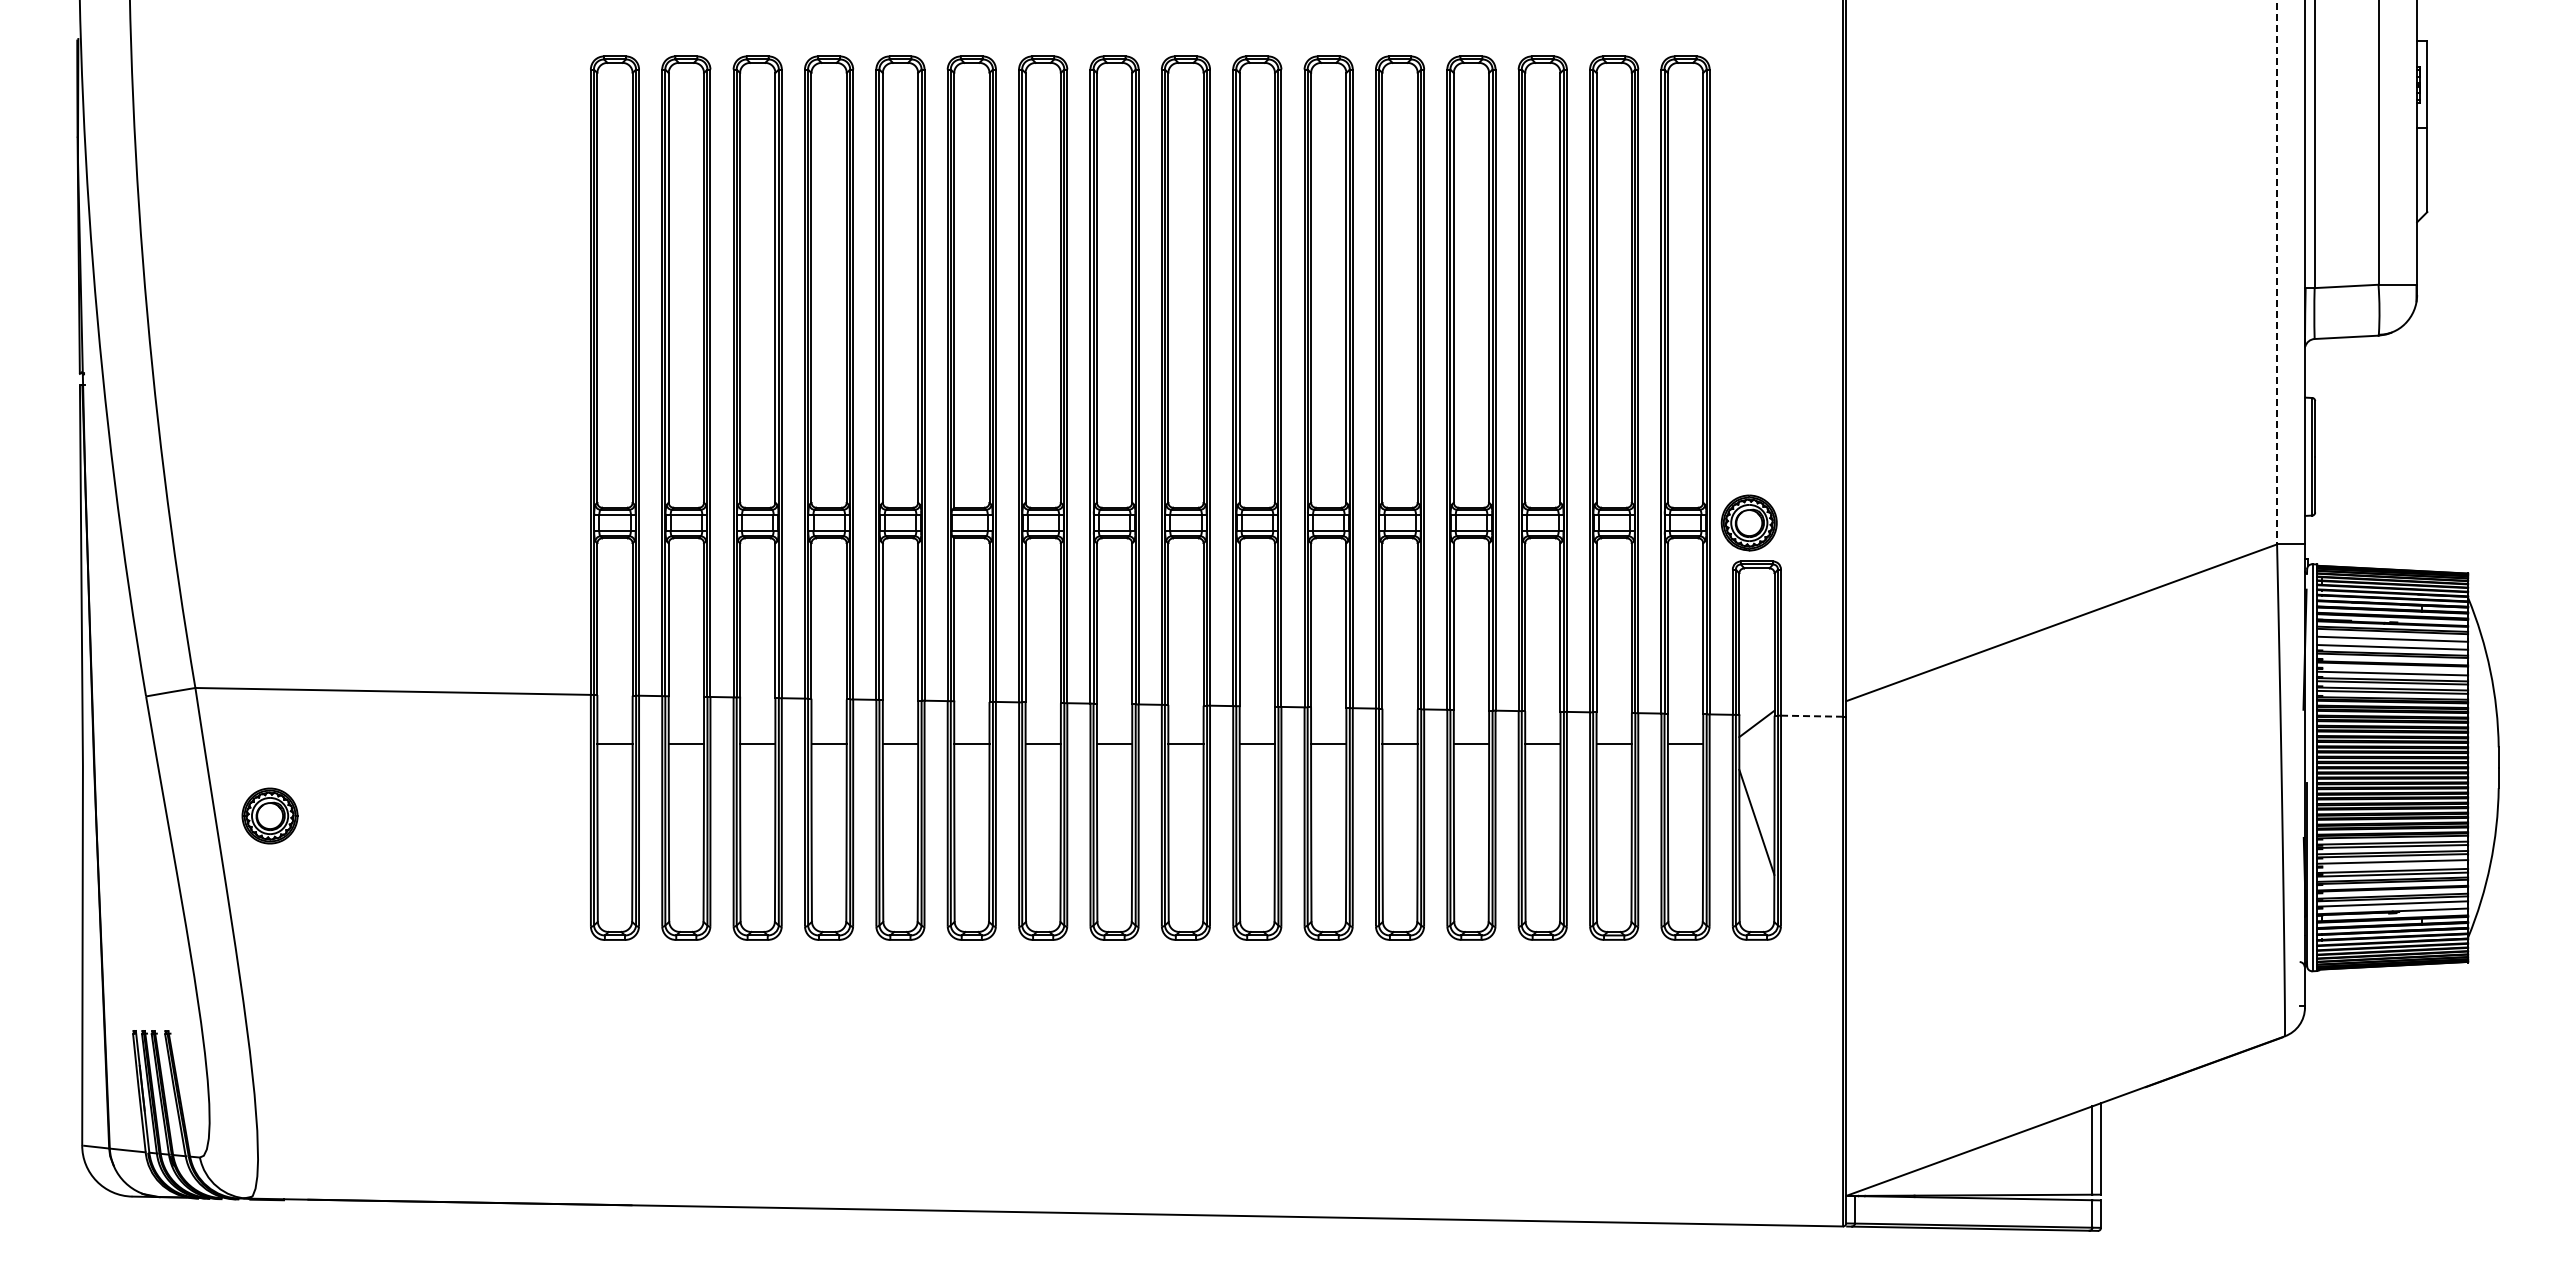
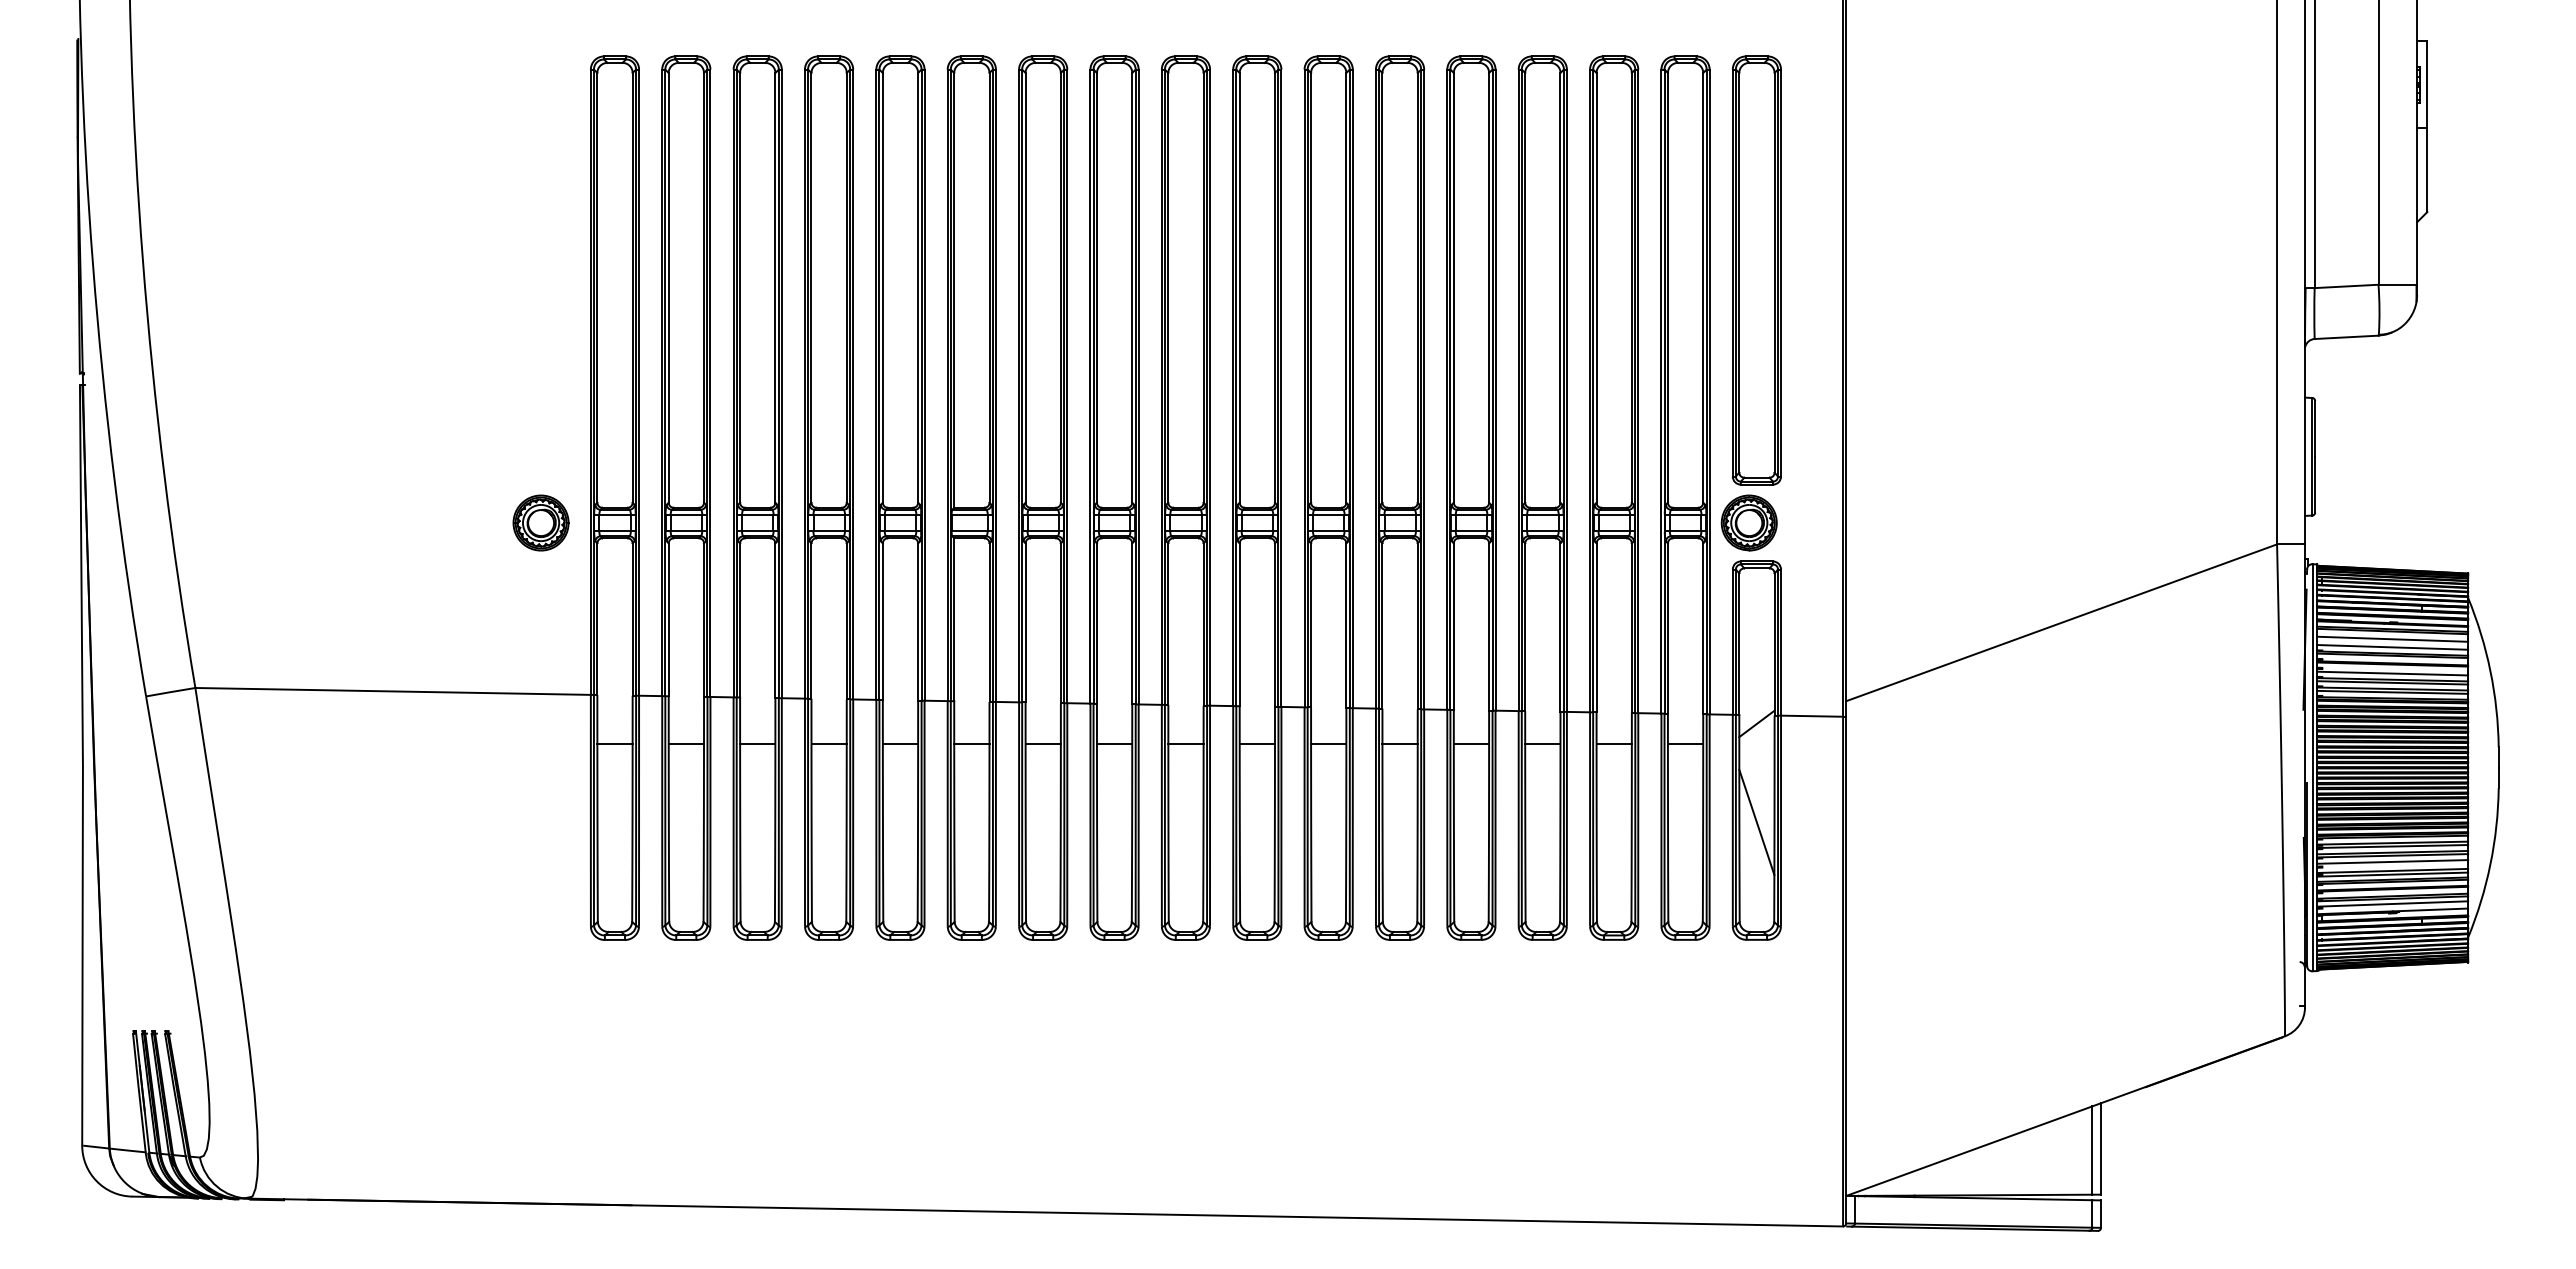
part at (1756, 270): none -> present
line at (2277, 272): dashed -> solid
line at (1812, 716): dashed -> solid
part at (269, 815) position: (269, 815) -> (540, 522)
